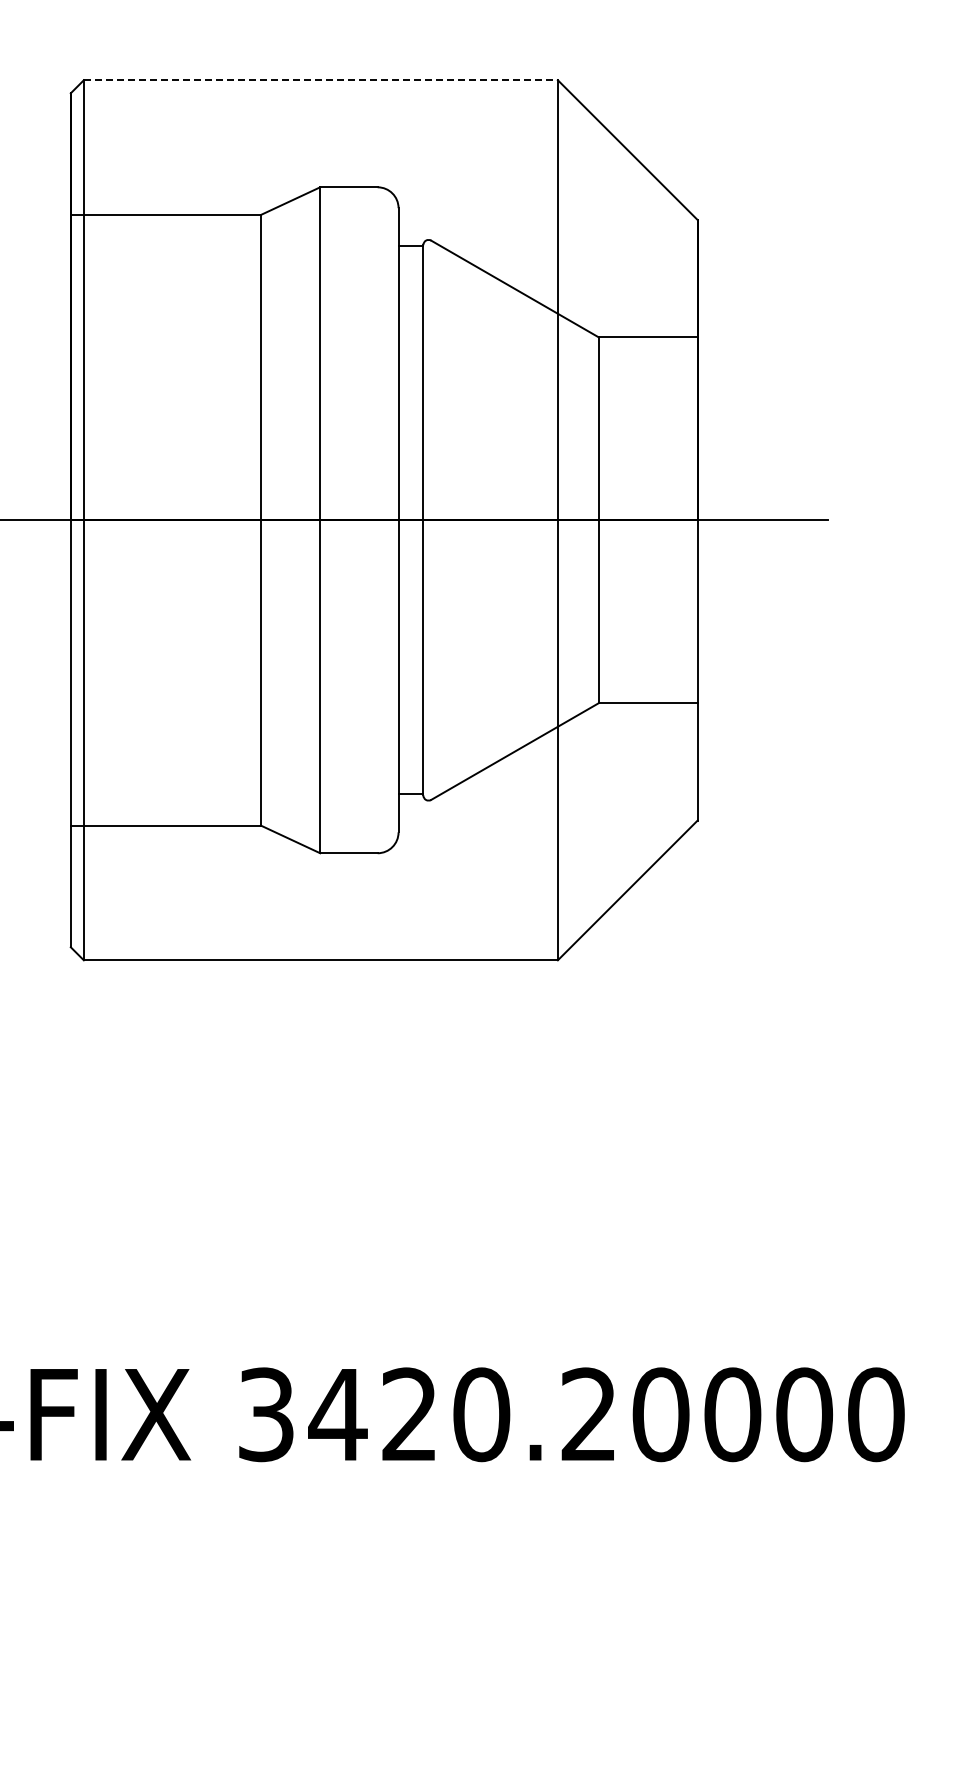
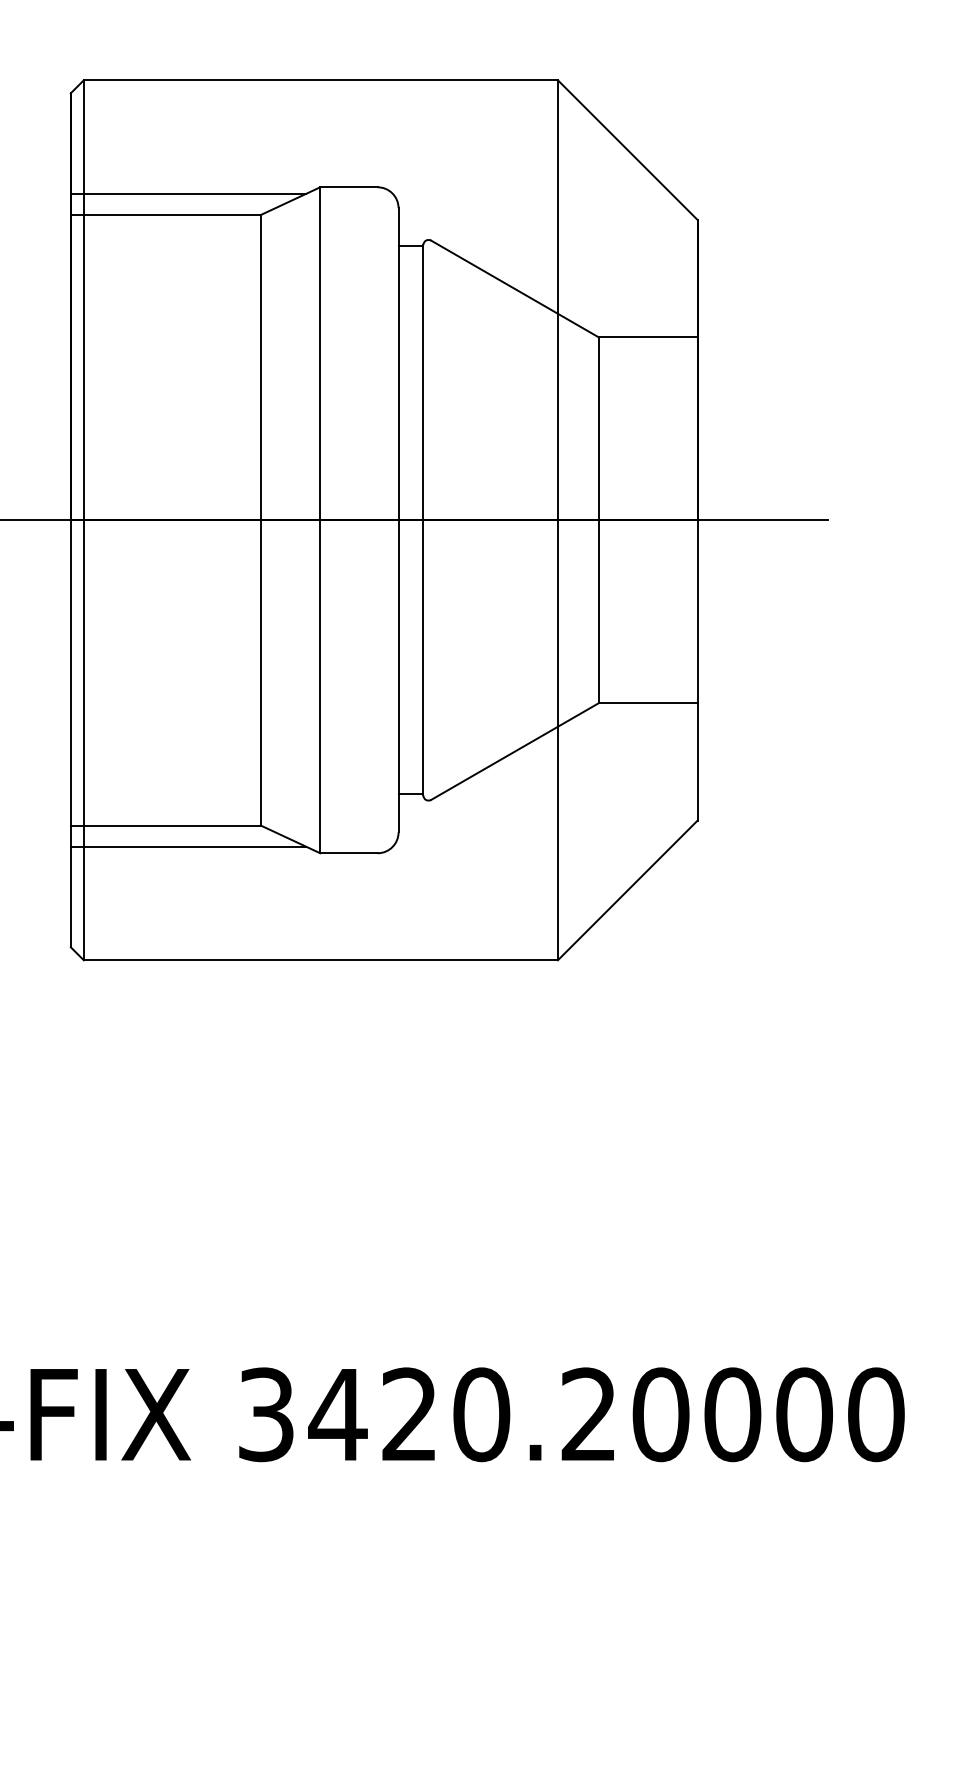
line at (320, 80): dashed -> solid
line at (188, 193): none -> present
line at (188, 846): none -> present
